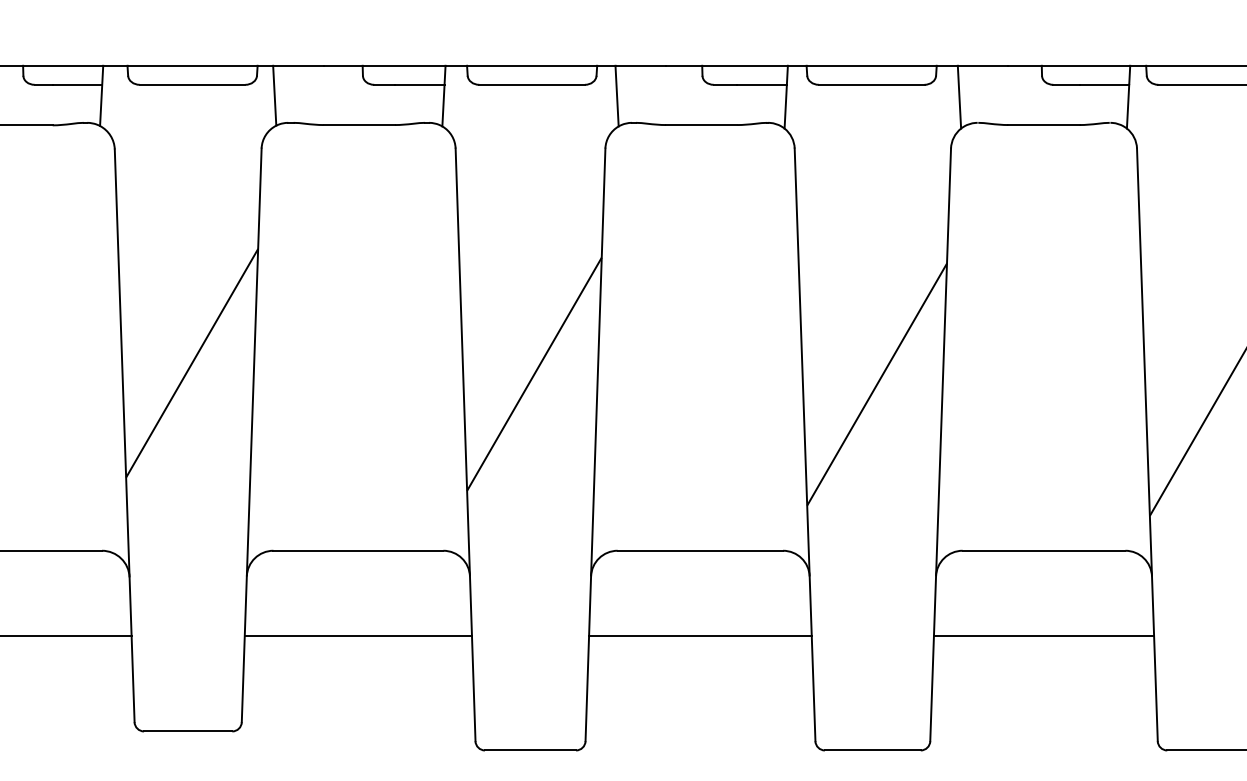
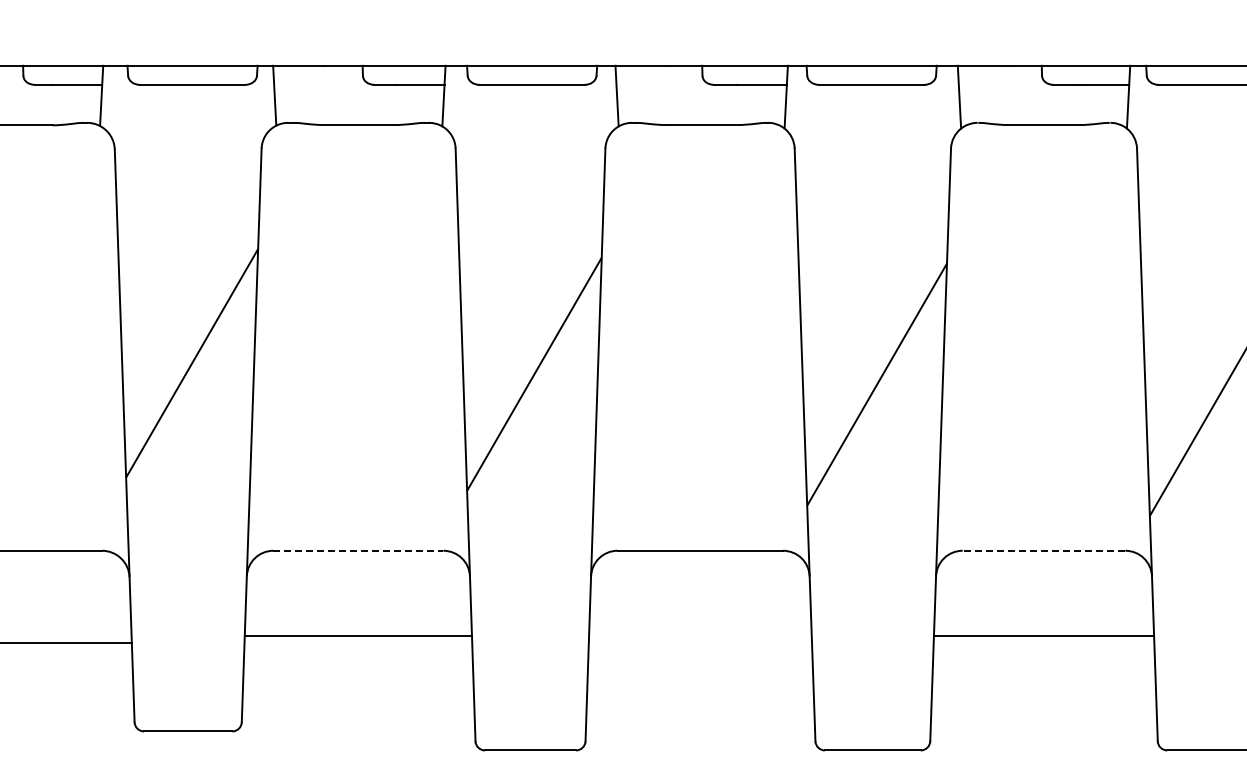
line at (358, 550): solid -> dashed
line at (1043, 550): solid -> dashed
line at (66, 636) position: (66, 636) -> (66, 643)
line at (700, 636): present -> none
